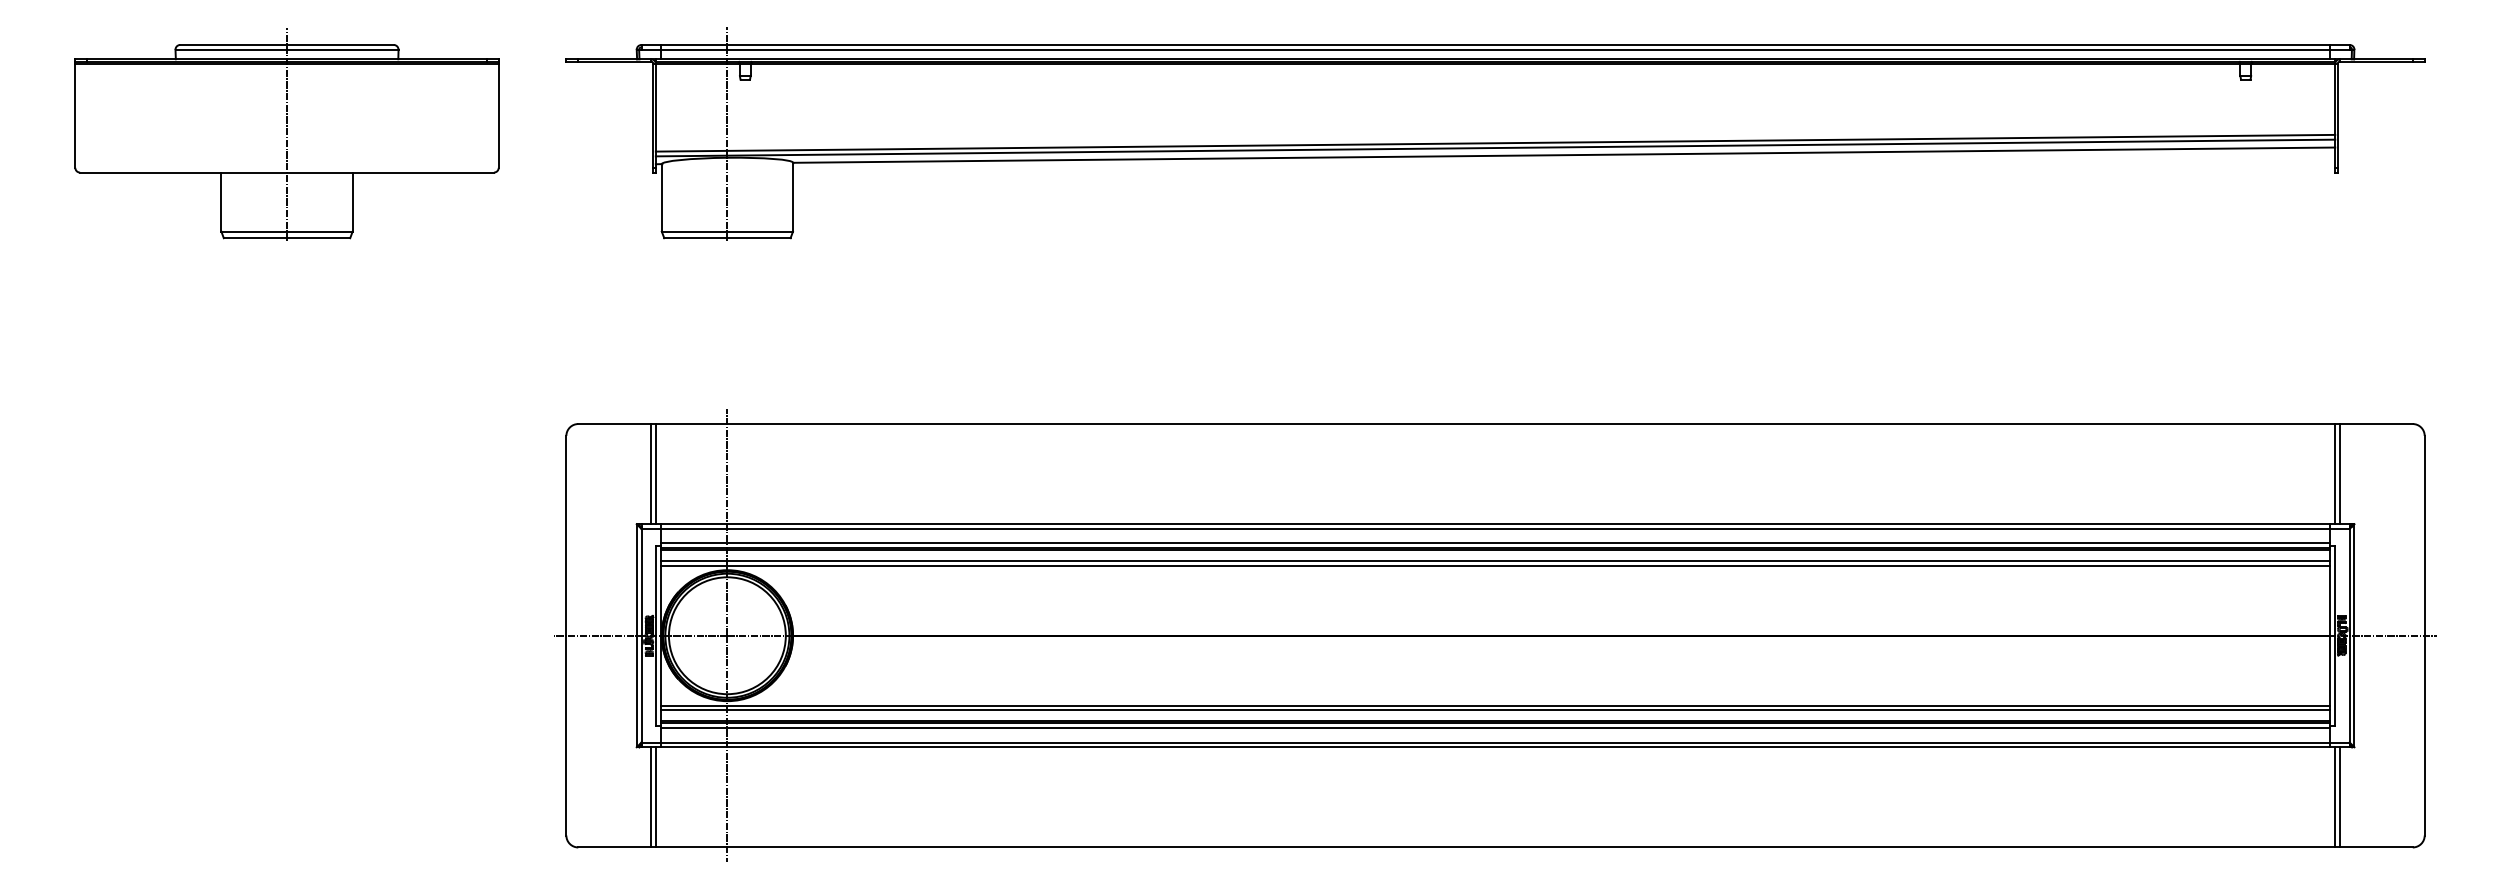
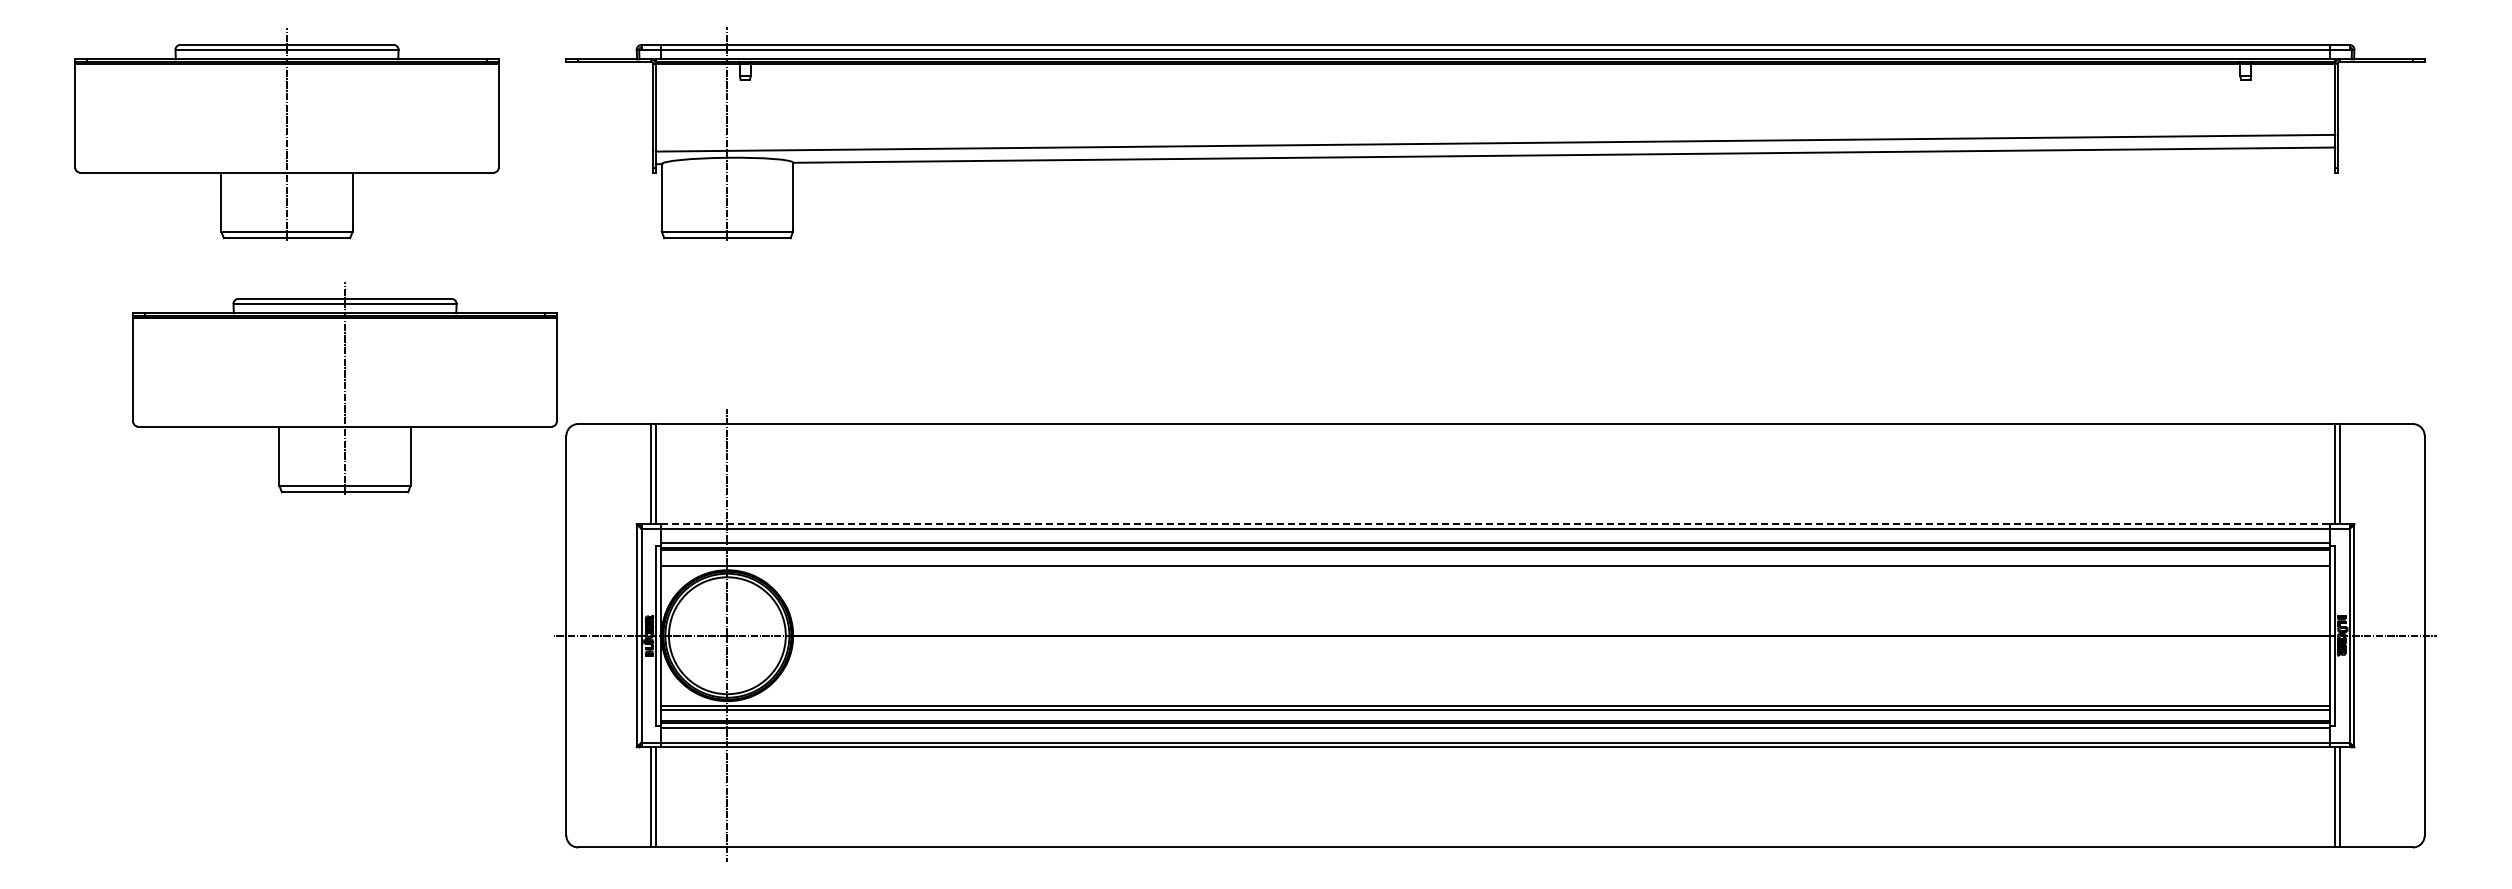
line at (1495, 147): present -> none
part at (344, 388): none -> present
line at (1495, 524): solid -> dashed
line at (1495, 561): present -> none
